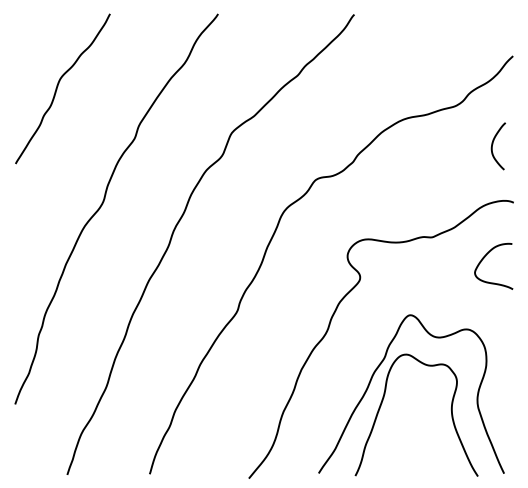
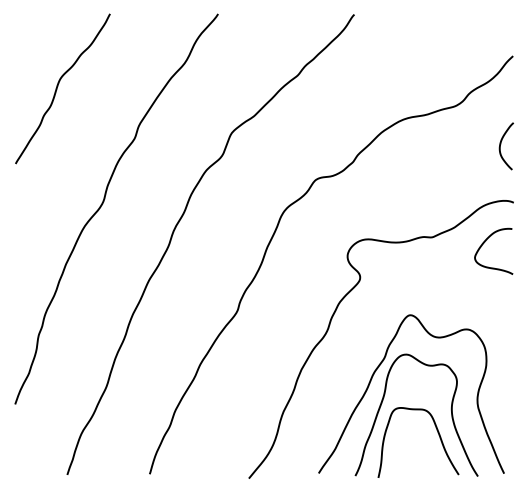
curve at (493, 144) position: (493, 144) -> (501, 144)
curve at (485, 257) position: (485, 257) -> (485, 242)
curve at (438, 435): none -> present
